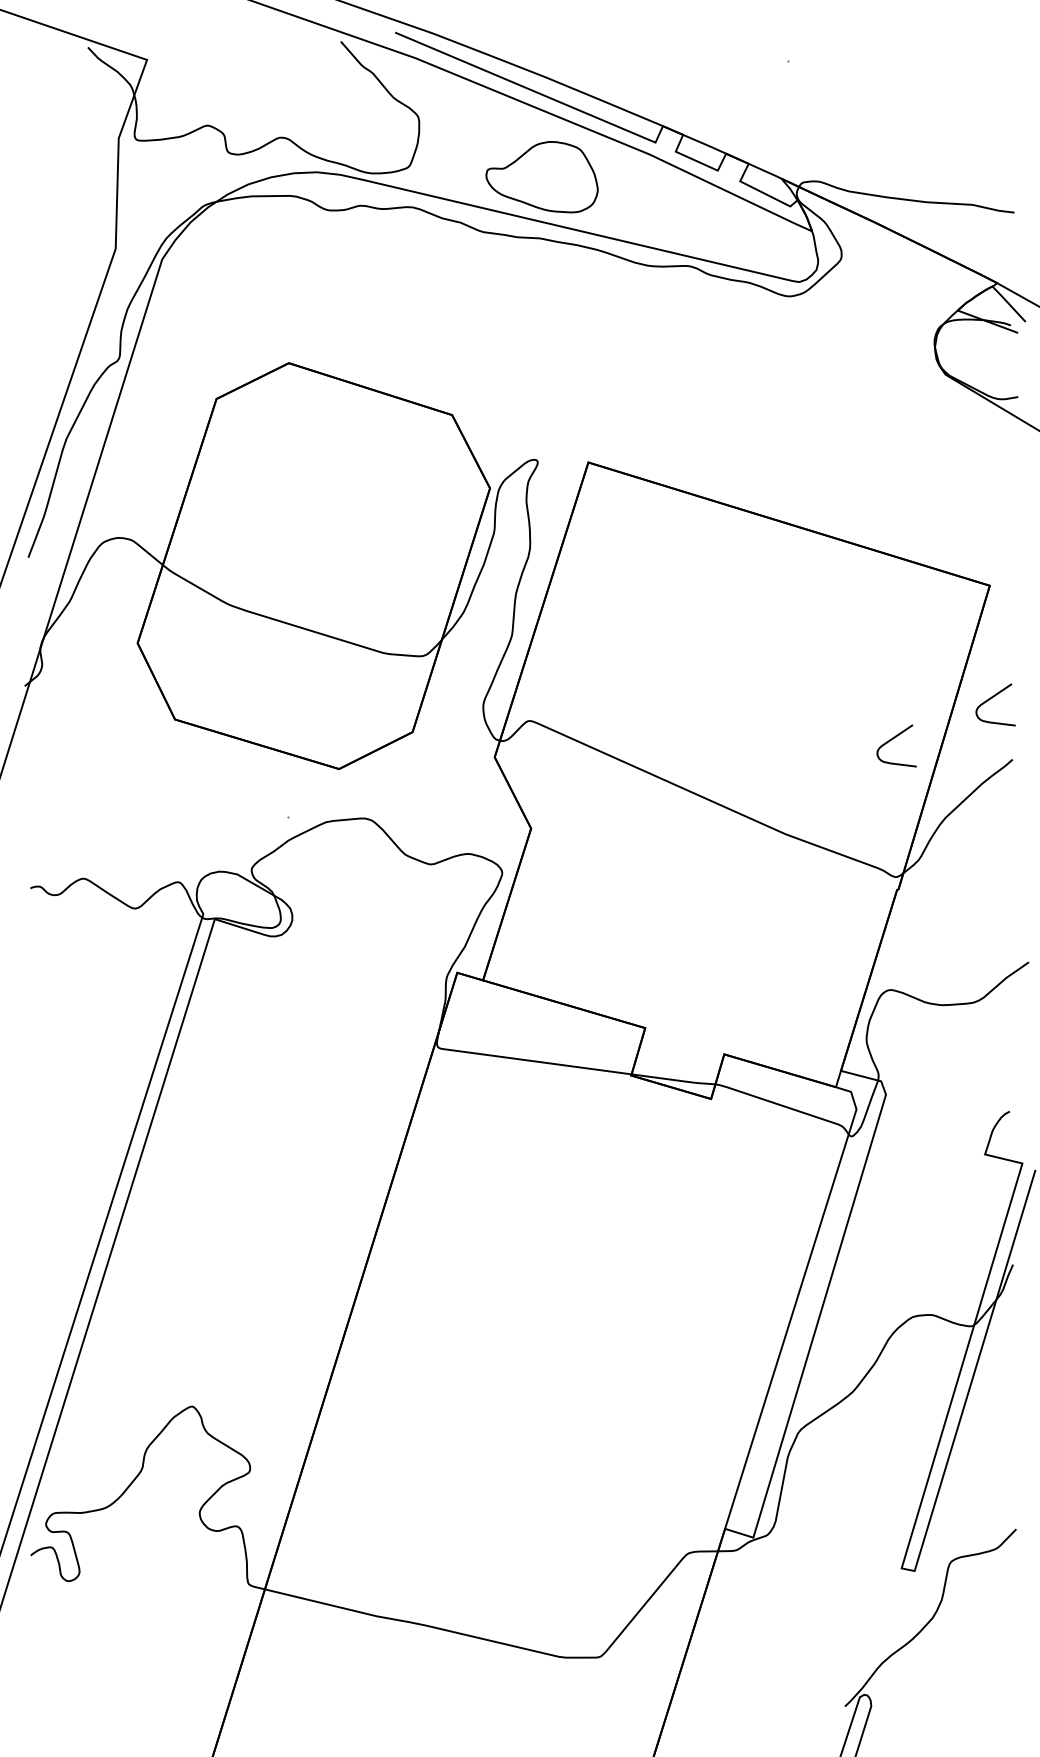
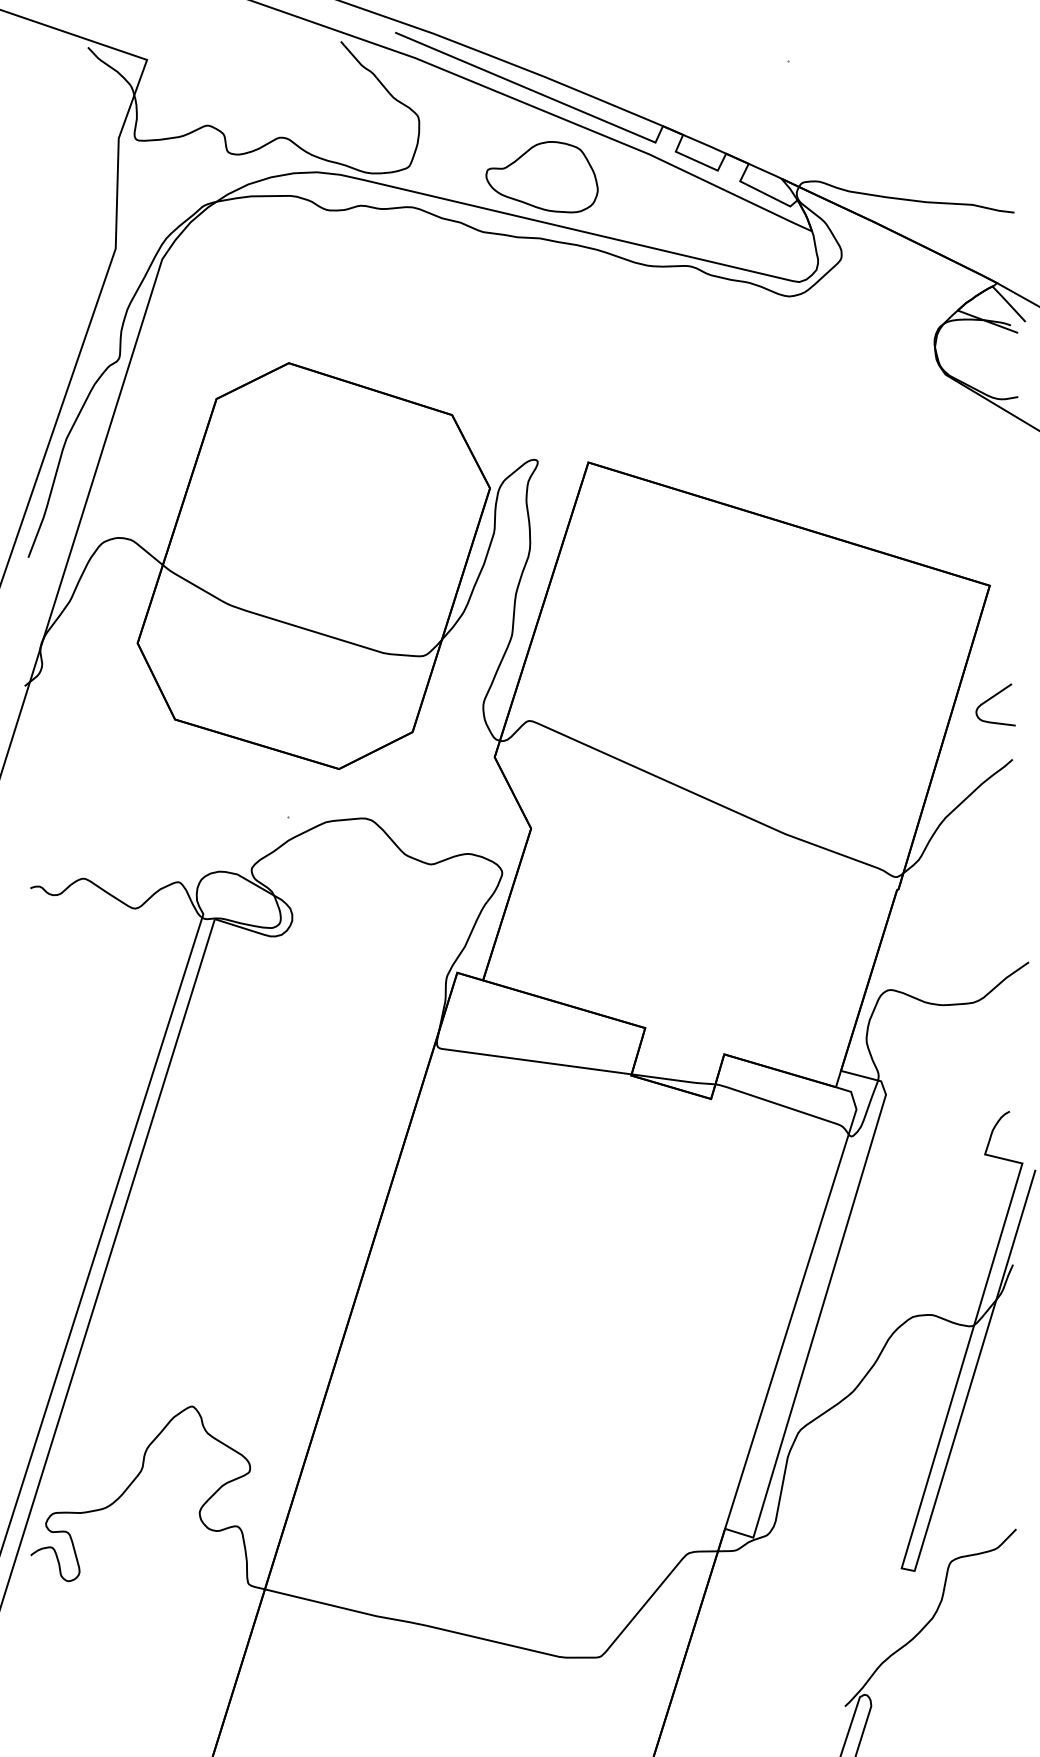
curve at (893, 739): present -> none
